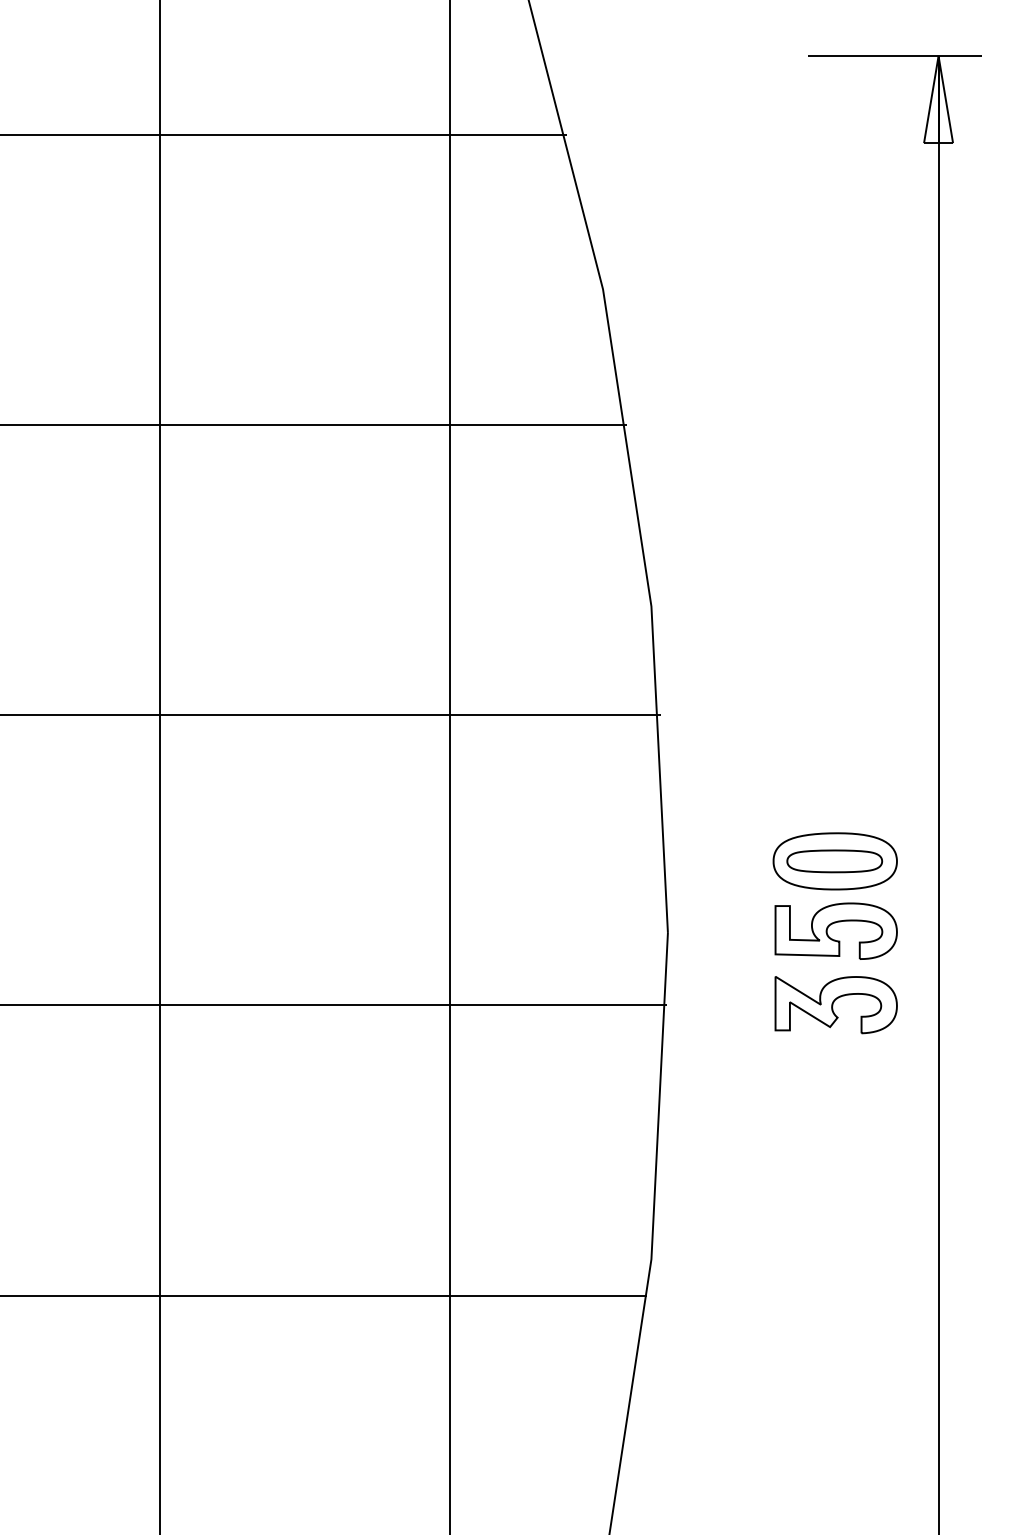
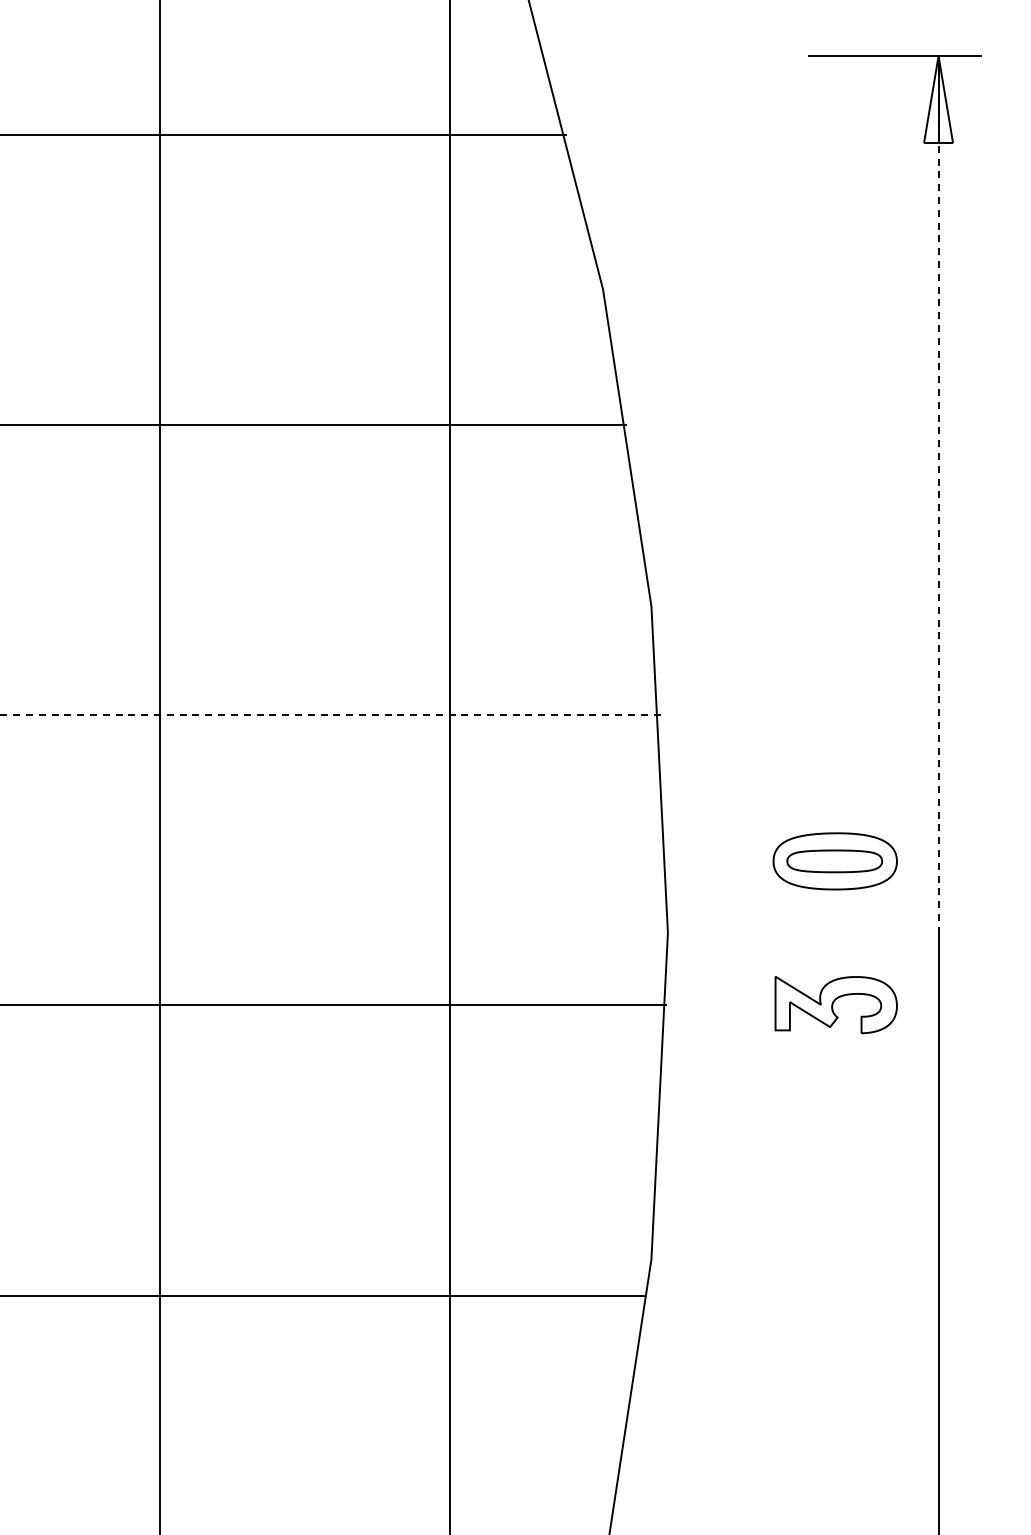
line at (938, 494): solid -> dashed
line at (330, 715): solid -> dashed
part at (832, 924): present -> none
